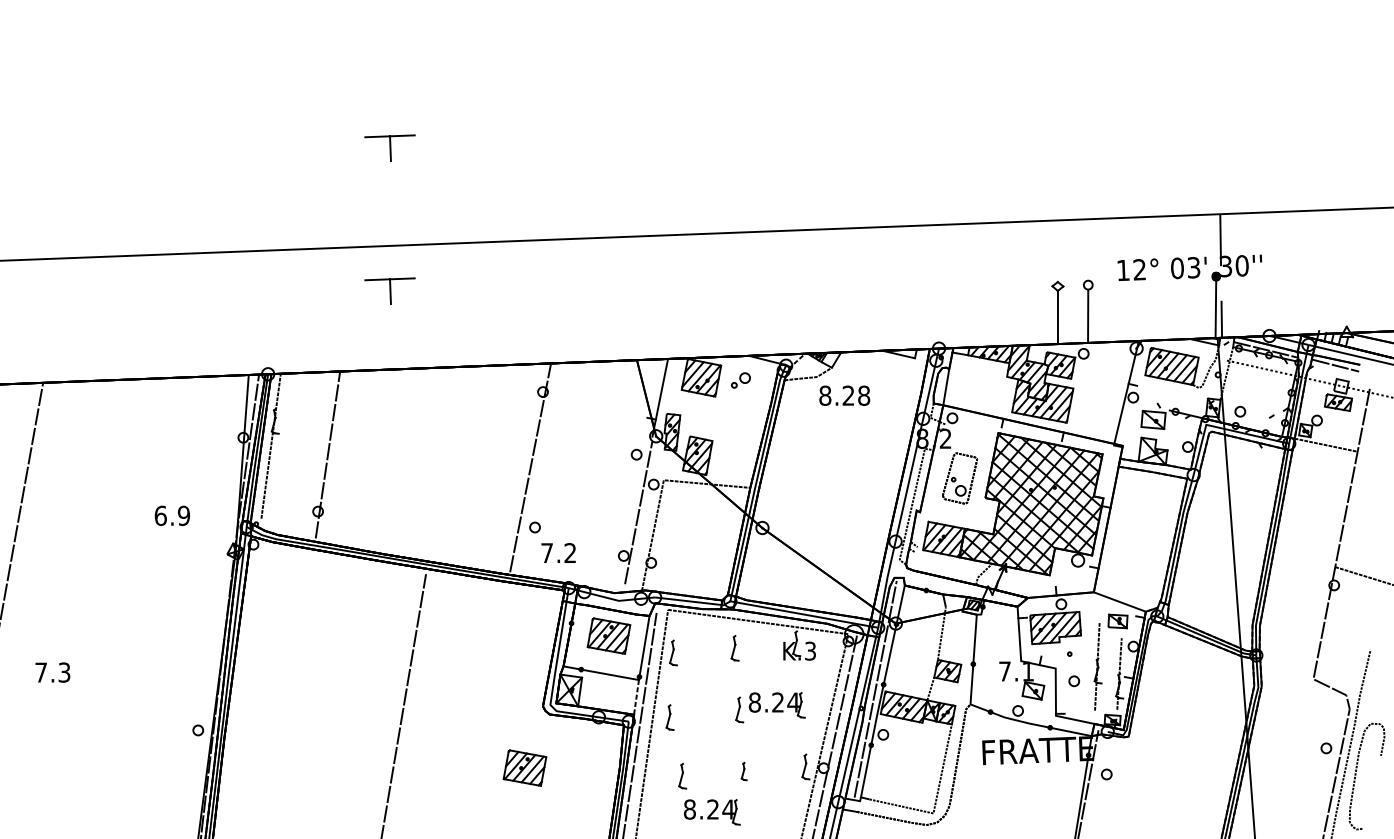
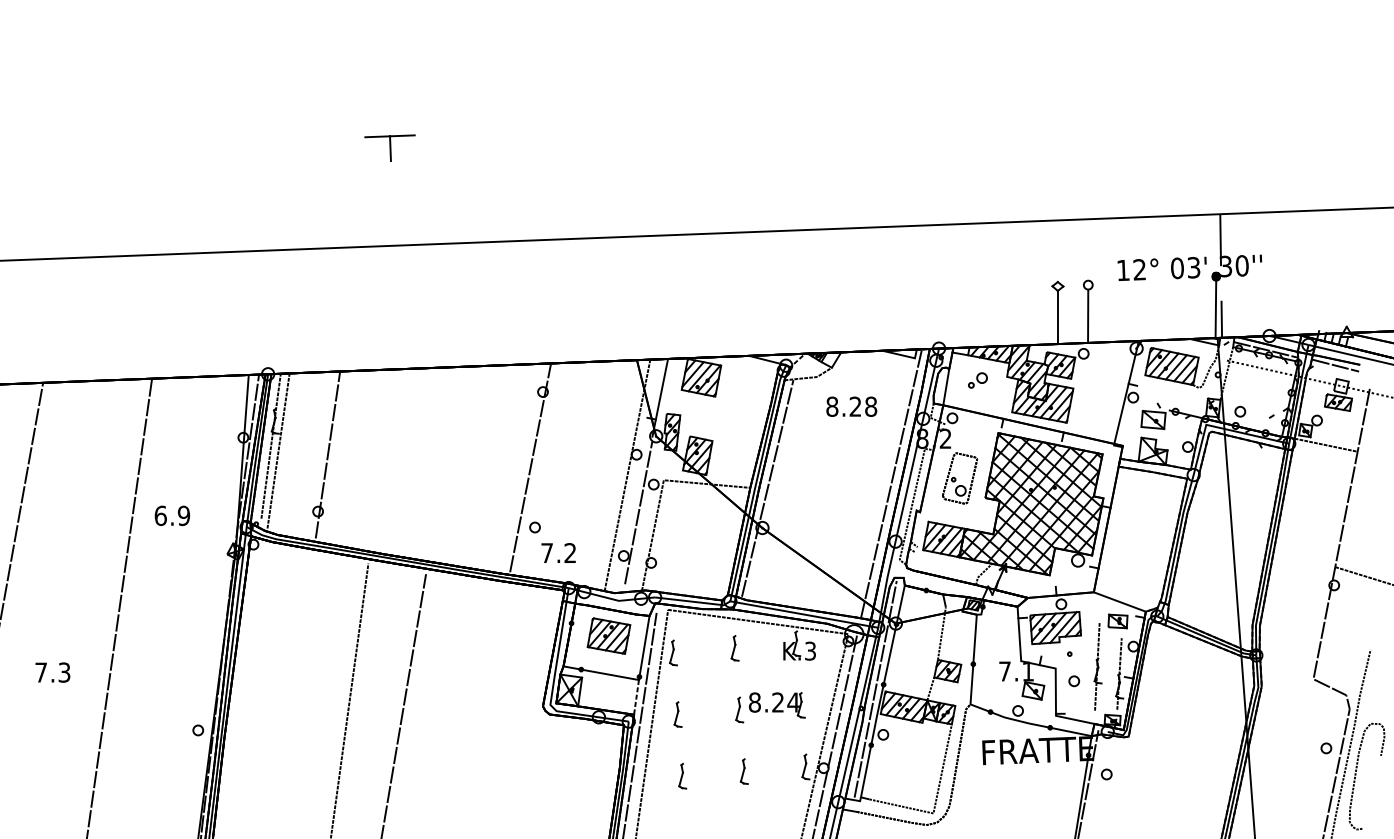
part at (389, 290): present -> none
part at (740, 380) position: (740, 380) -> (977, 380)
text at (844, 395) position: (844, 395) -> (851, 406)
line at (278, 450): none -> present
line at (627, 475): none -> present
line at (891, 483): none -> present
line at (767, 488): none -> present
line at (119, 606): none -> present
line at (349, 699): none -> present
part at (669, 717) position: (669, 717) -> (677, 714)
part at (524, 767): present -> none
part at (743, 771) size: 8x21 px -> 10x27 px
part at (712, 812): present -> none
